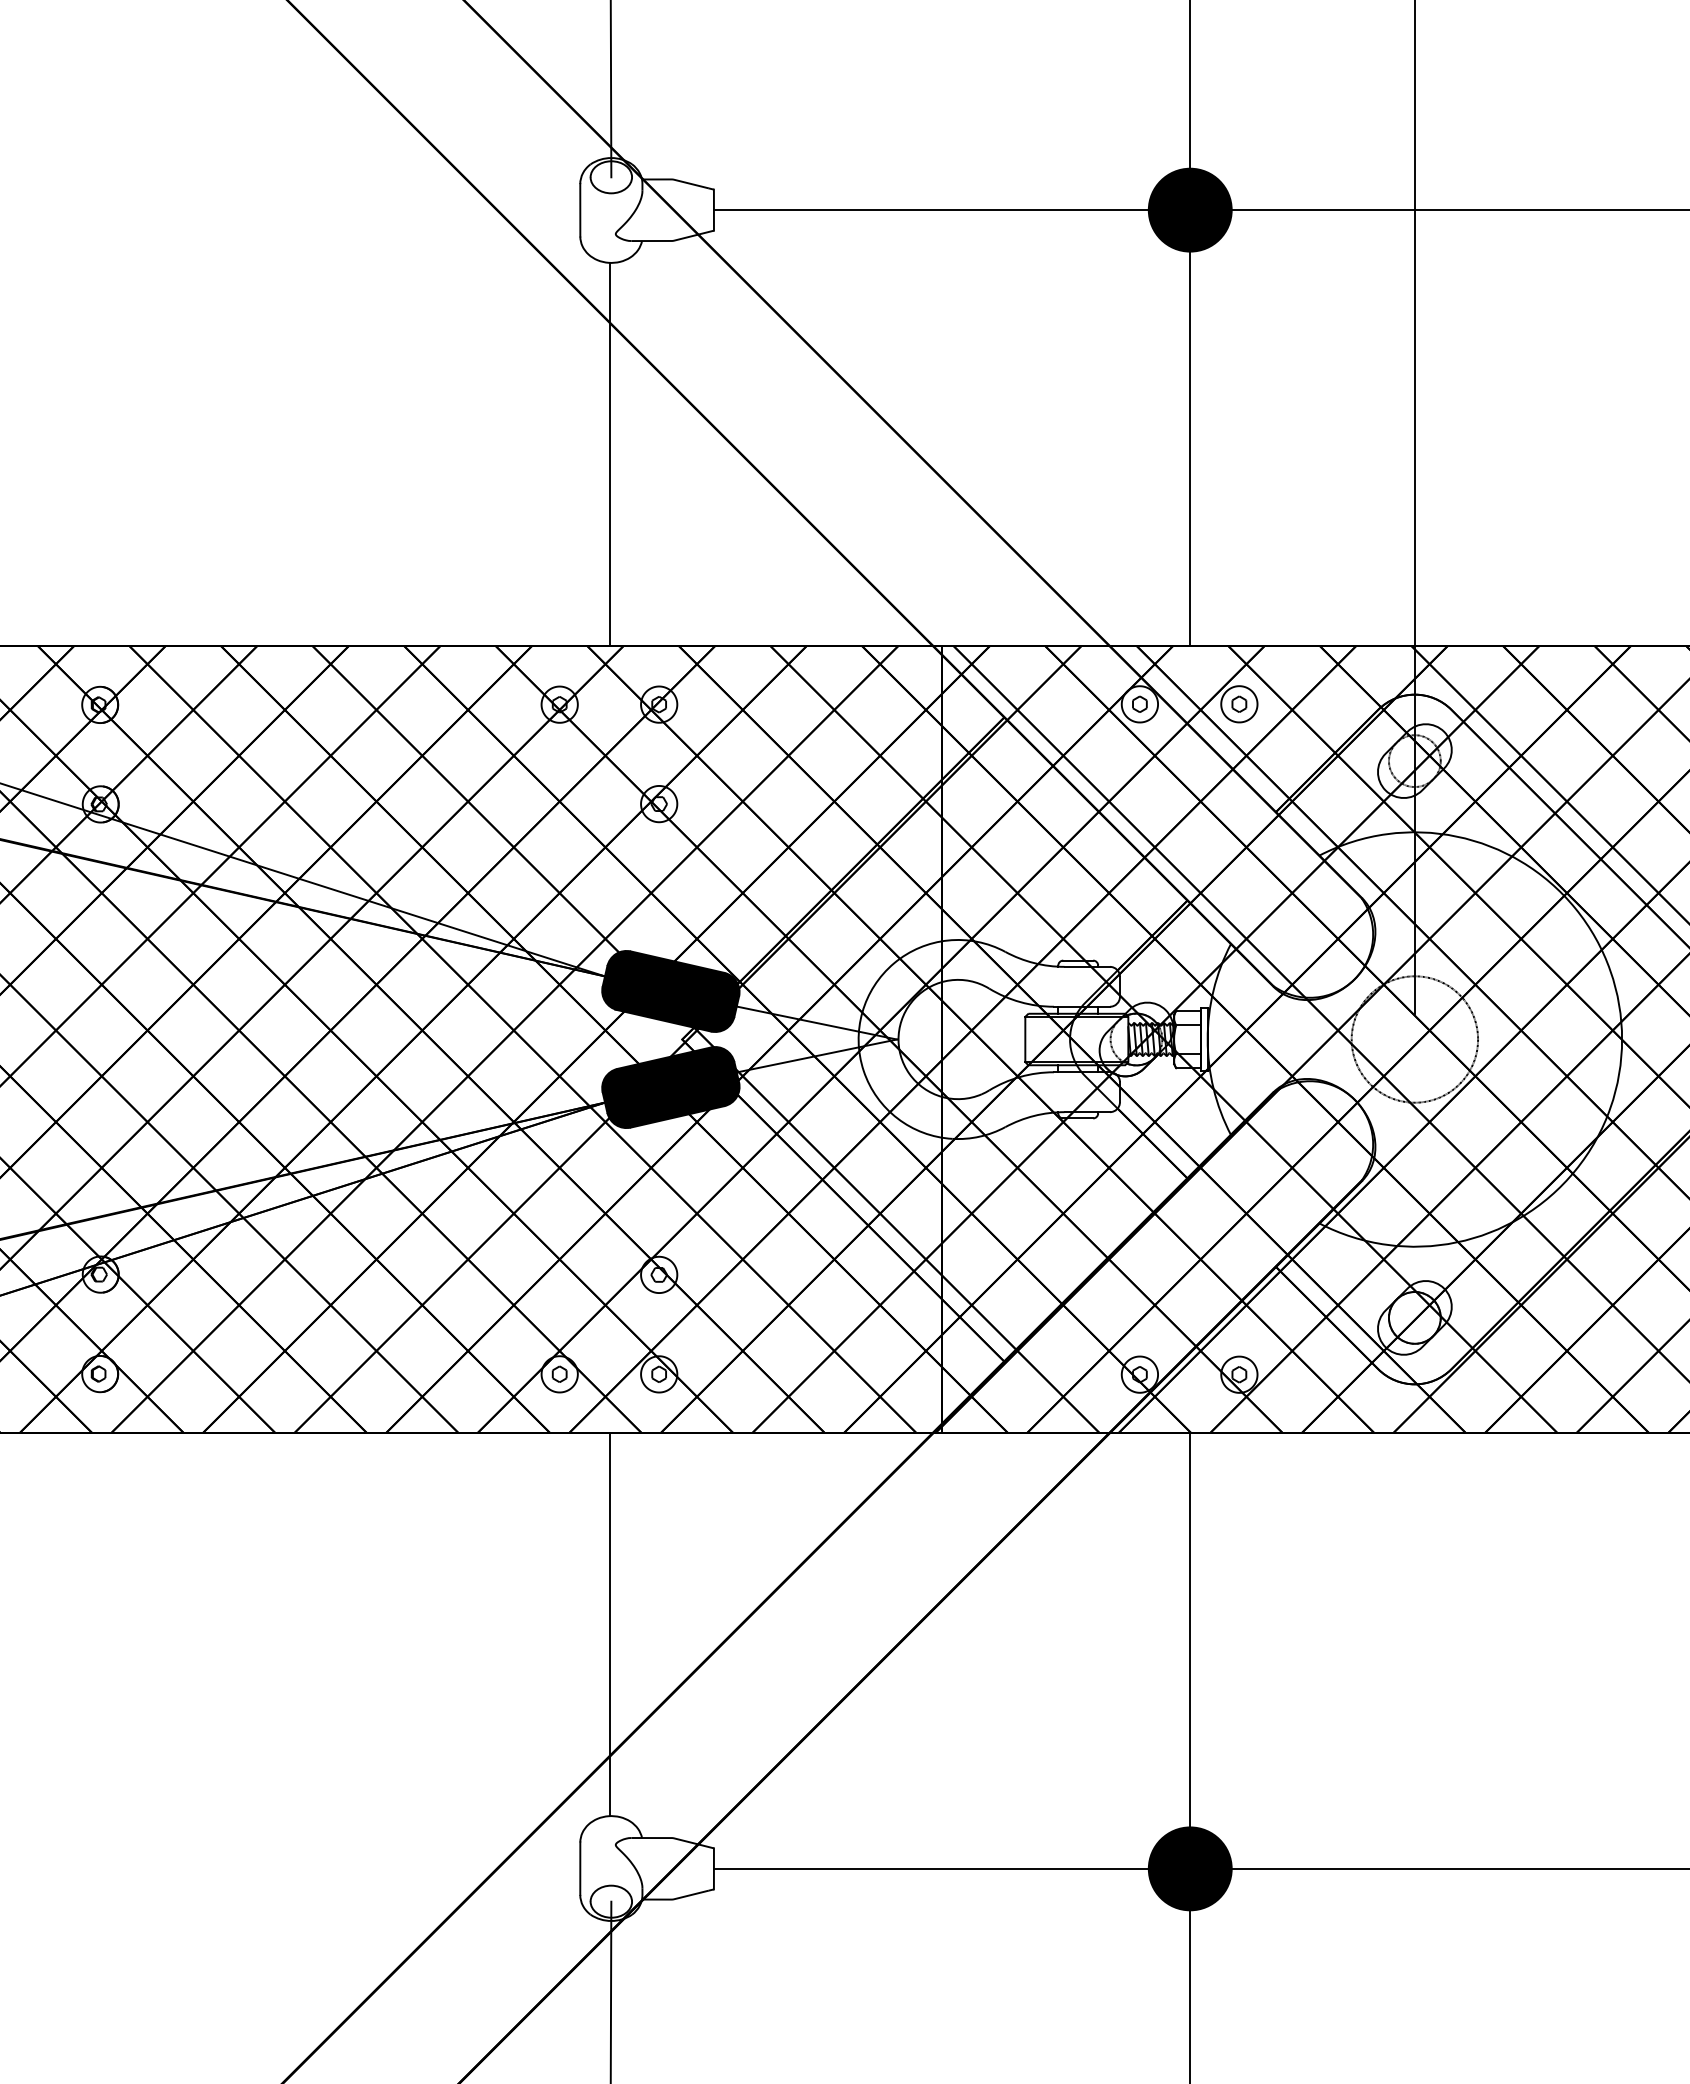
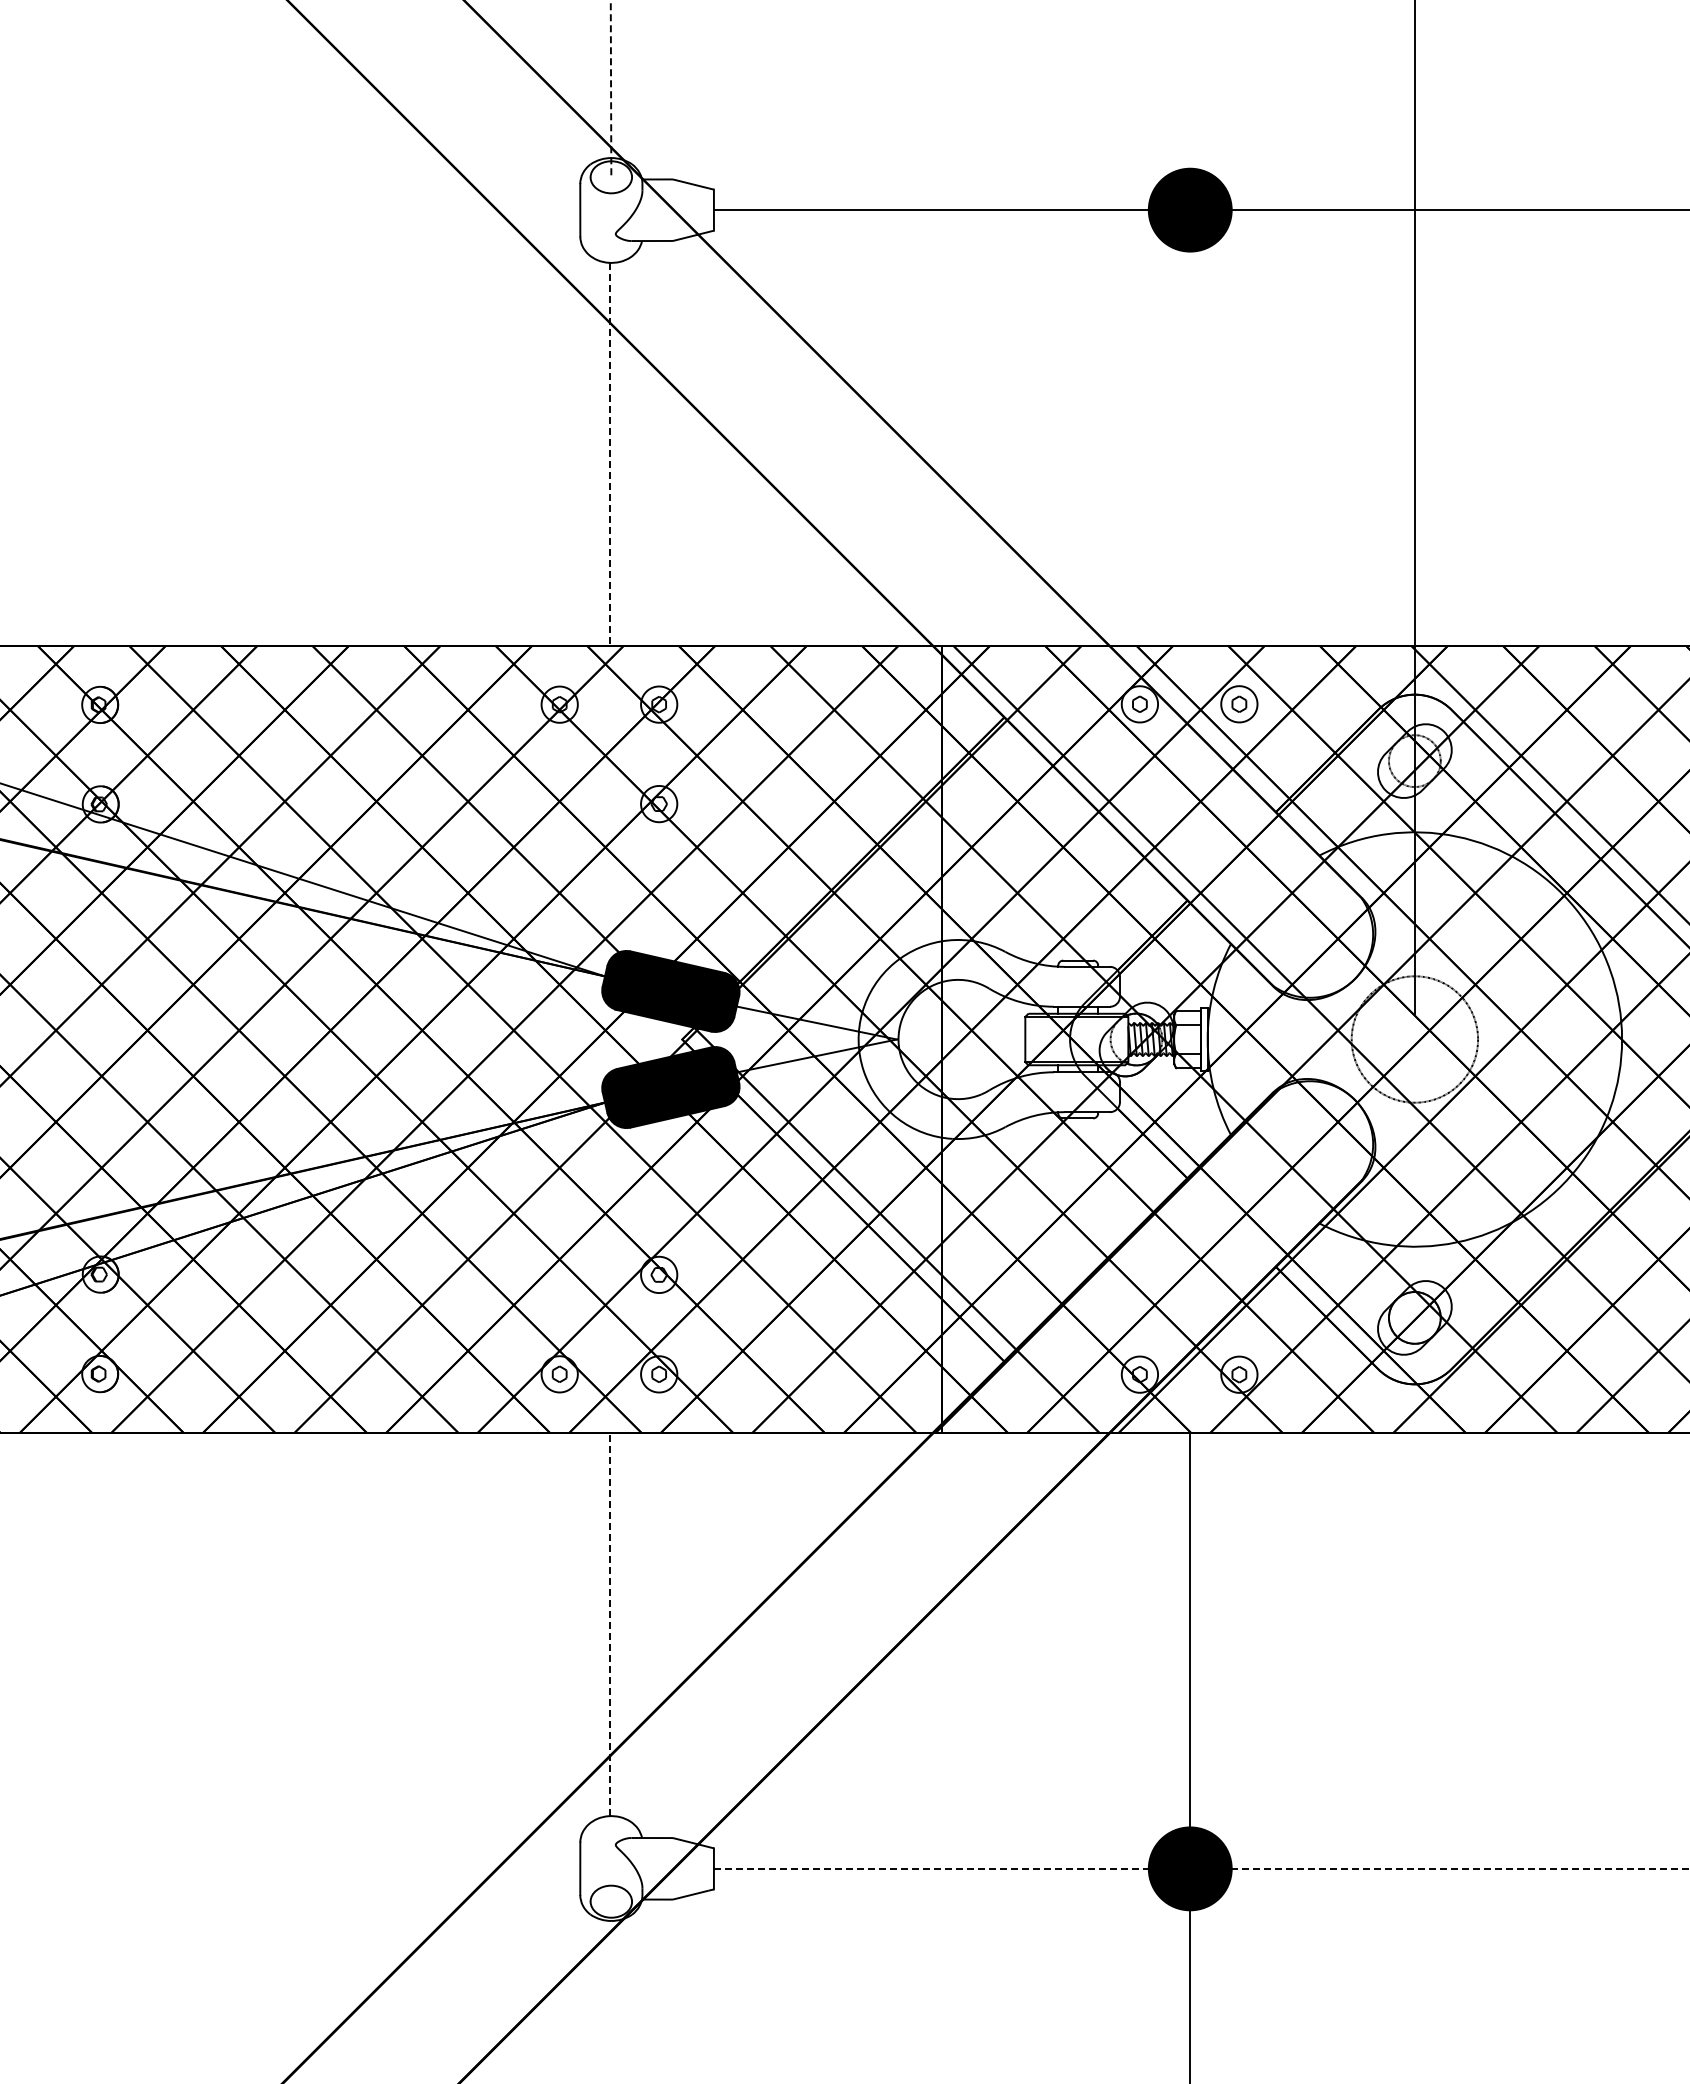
line at (611, 89): solid -> dashed
line at (1190, 323): present -> none
line at (610, 454): solid -> dashed
line at (610, 1624): solid -> dashed
line at (1201, 1868): solid -> dashed
line at (610, 1990): present -> none
